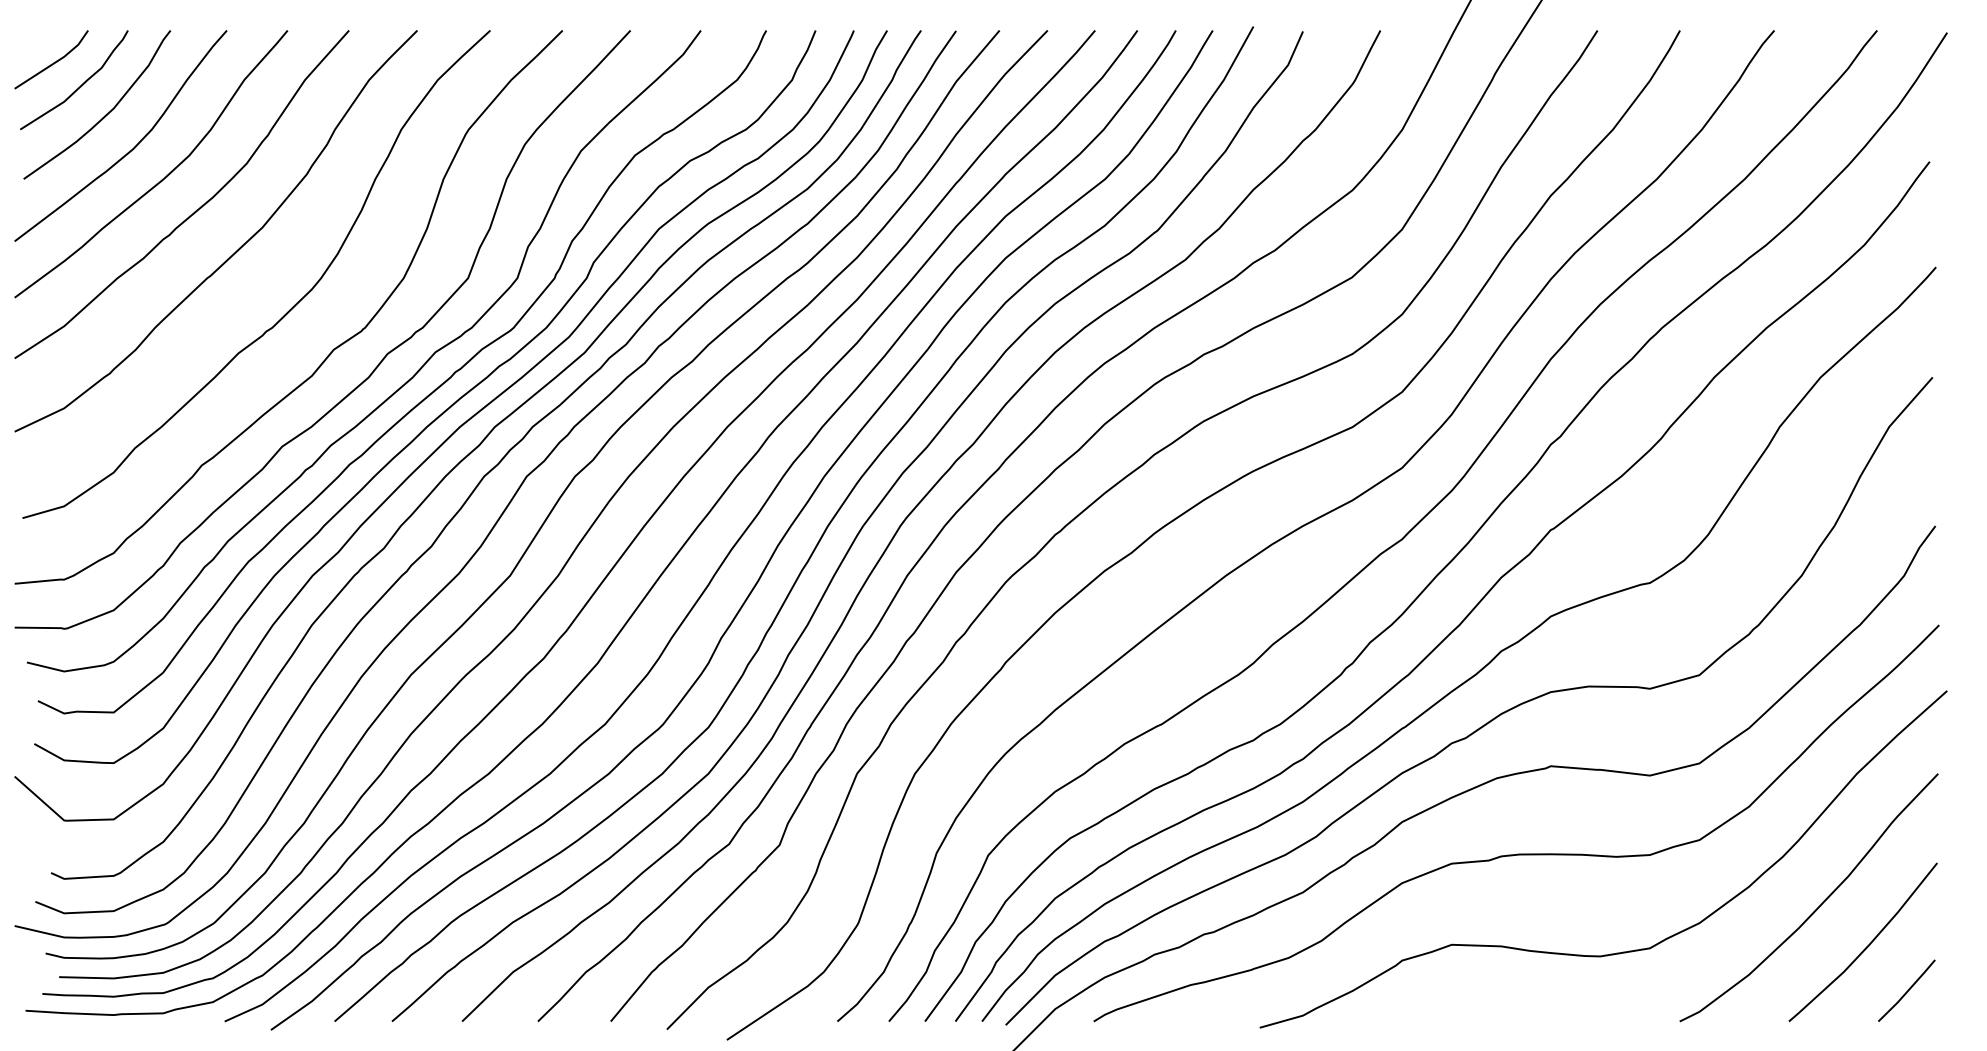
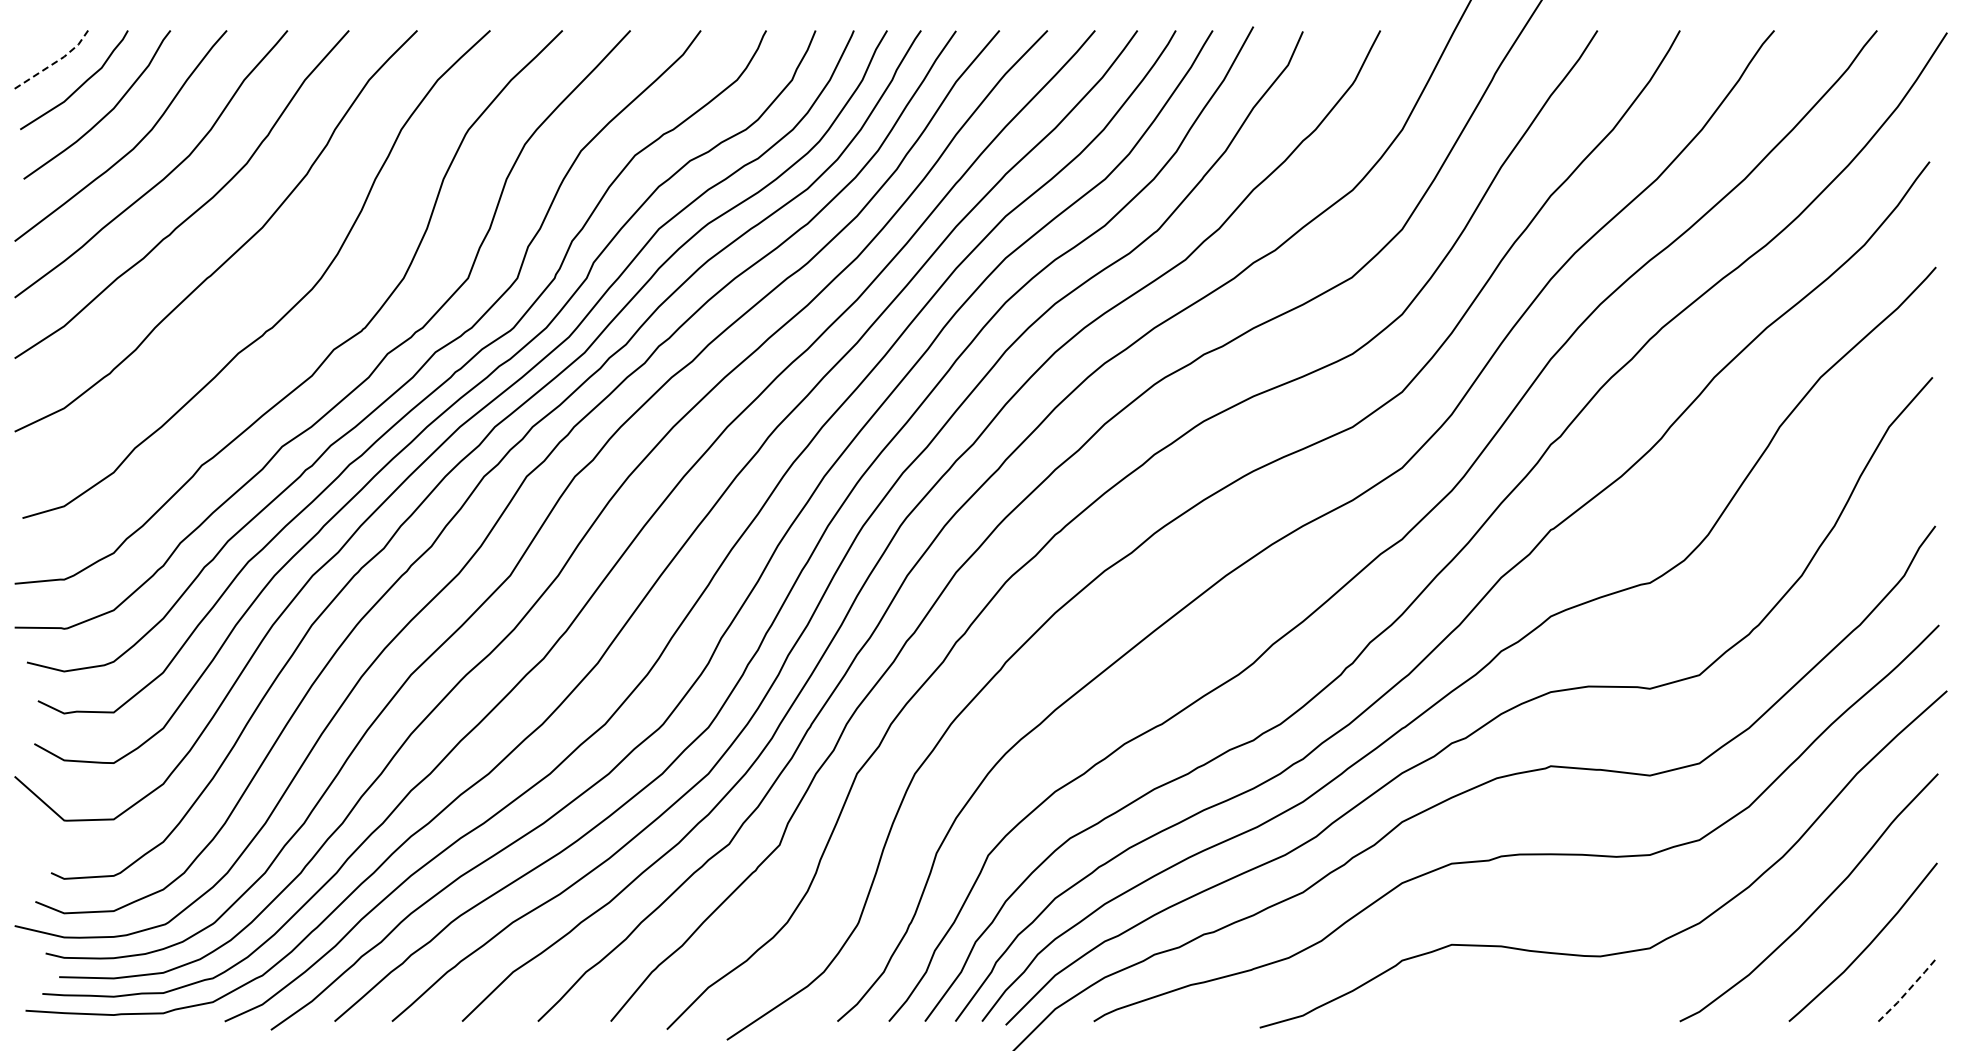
line at (55, 62): solid -> dashed
line at (1906, 992): solid -> dashed
